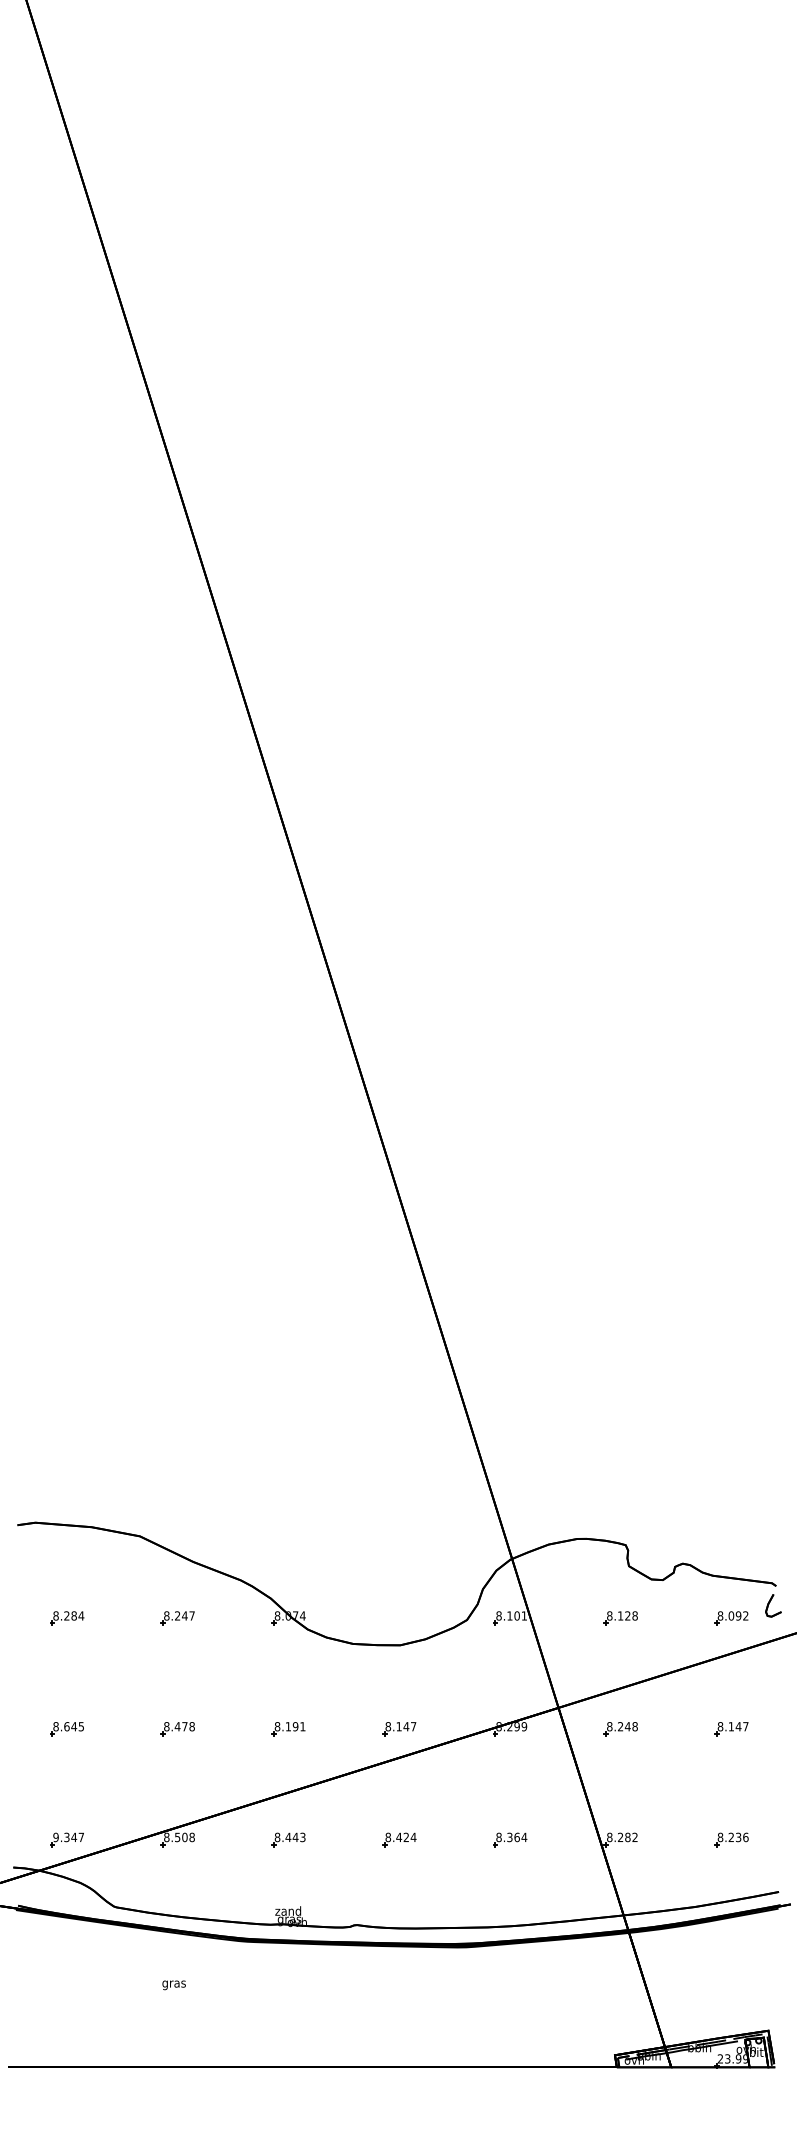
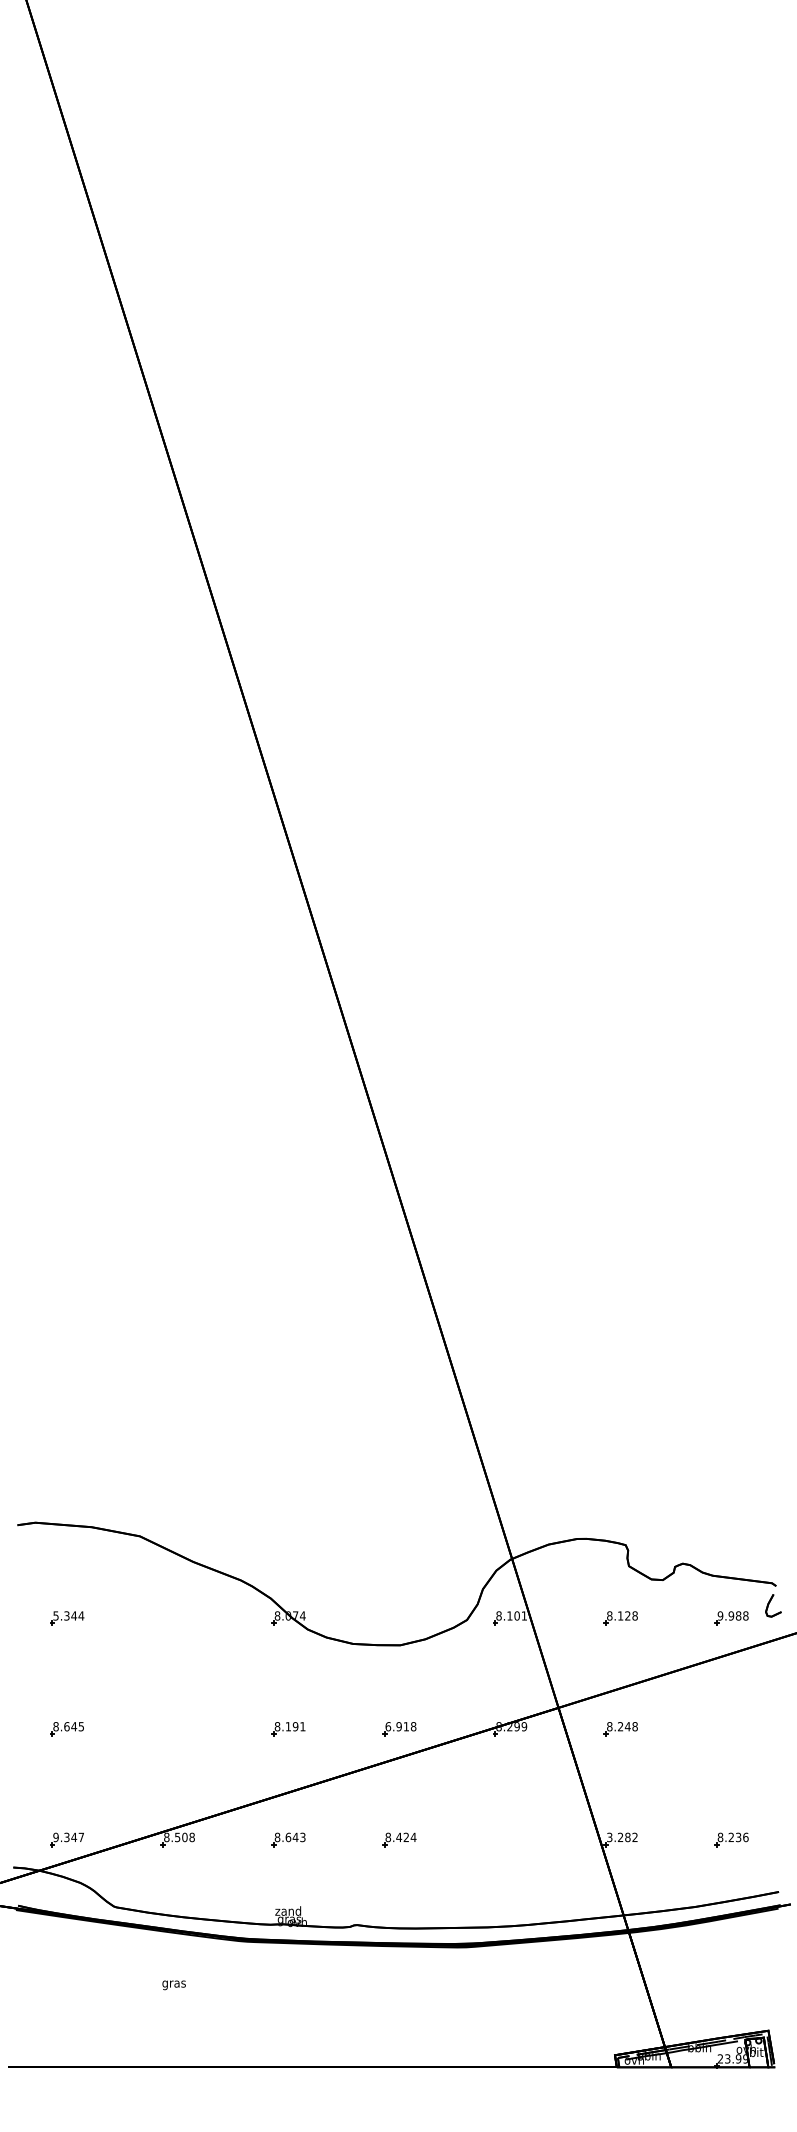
text at (65, 1615): 8.284 -> 5.344
text at (732, 1615): 8.092 -> 9.988
part at (177, 1618): present -> none
text at (400, 1726): 8.147 -> 6.918
part at (177, 1729): present -> none
part at (731, 1729): present -> none
text at (288, 1837): 8.443 -> 8.643
text at (609, 1837): 8.282 -> 3.282
part at (510, 1839): present -> none
